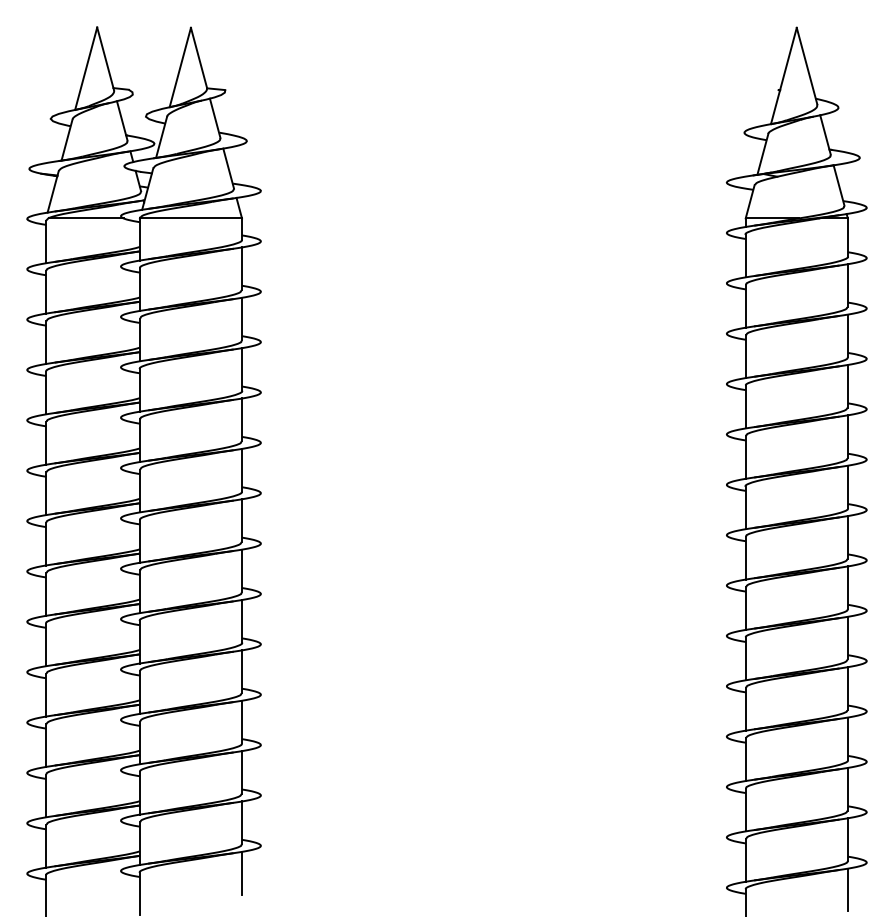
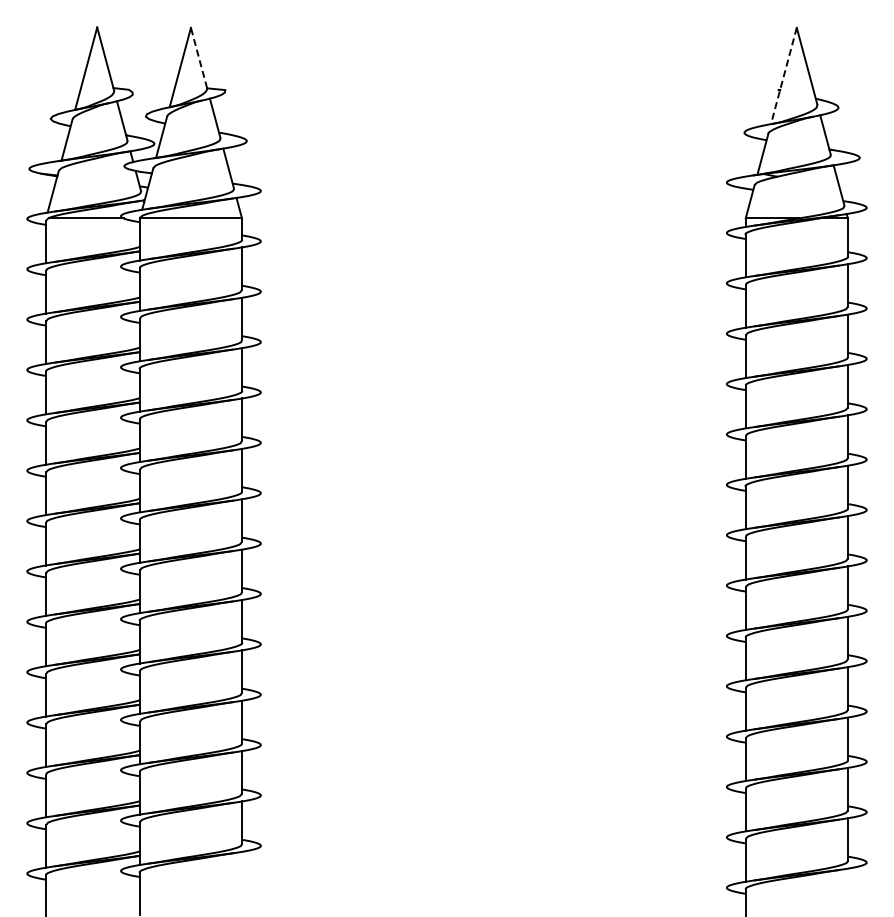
line at (198, 57): solid -> dashed
line at (783, 76): solid -> dashed
line at (242, 872): present -> none
line at (847, 889): present -> none
